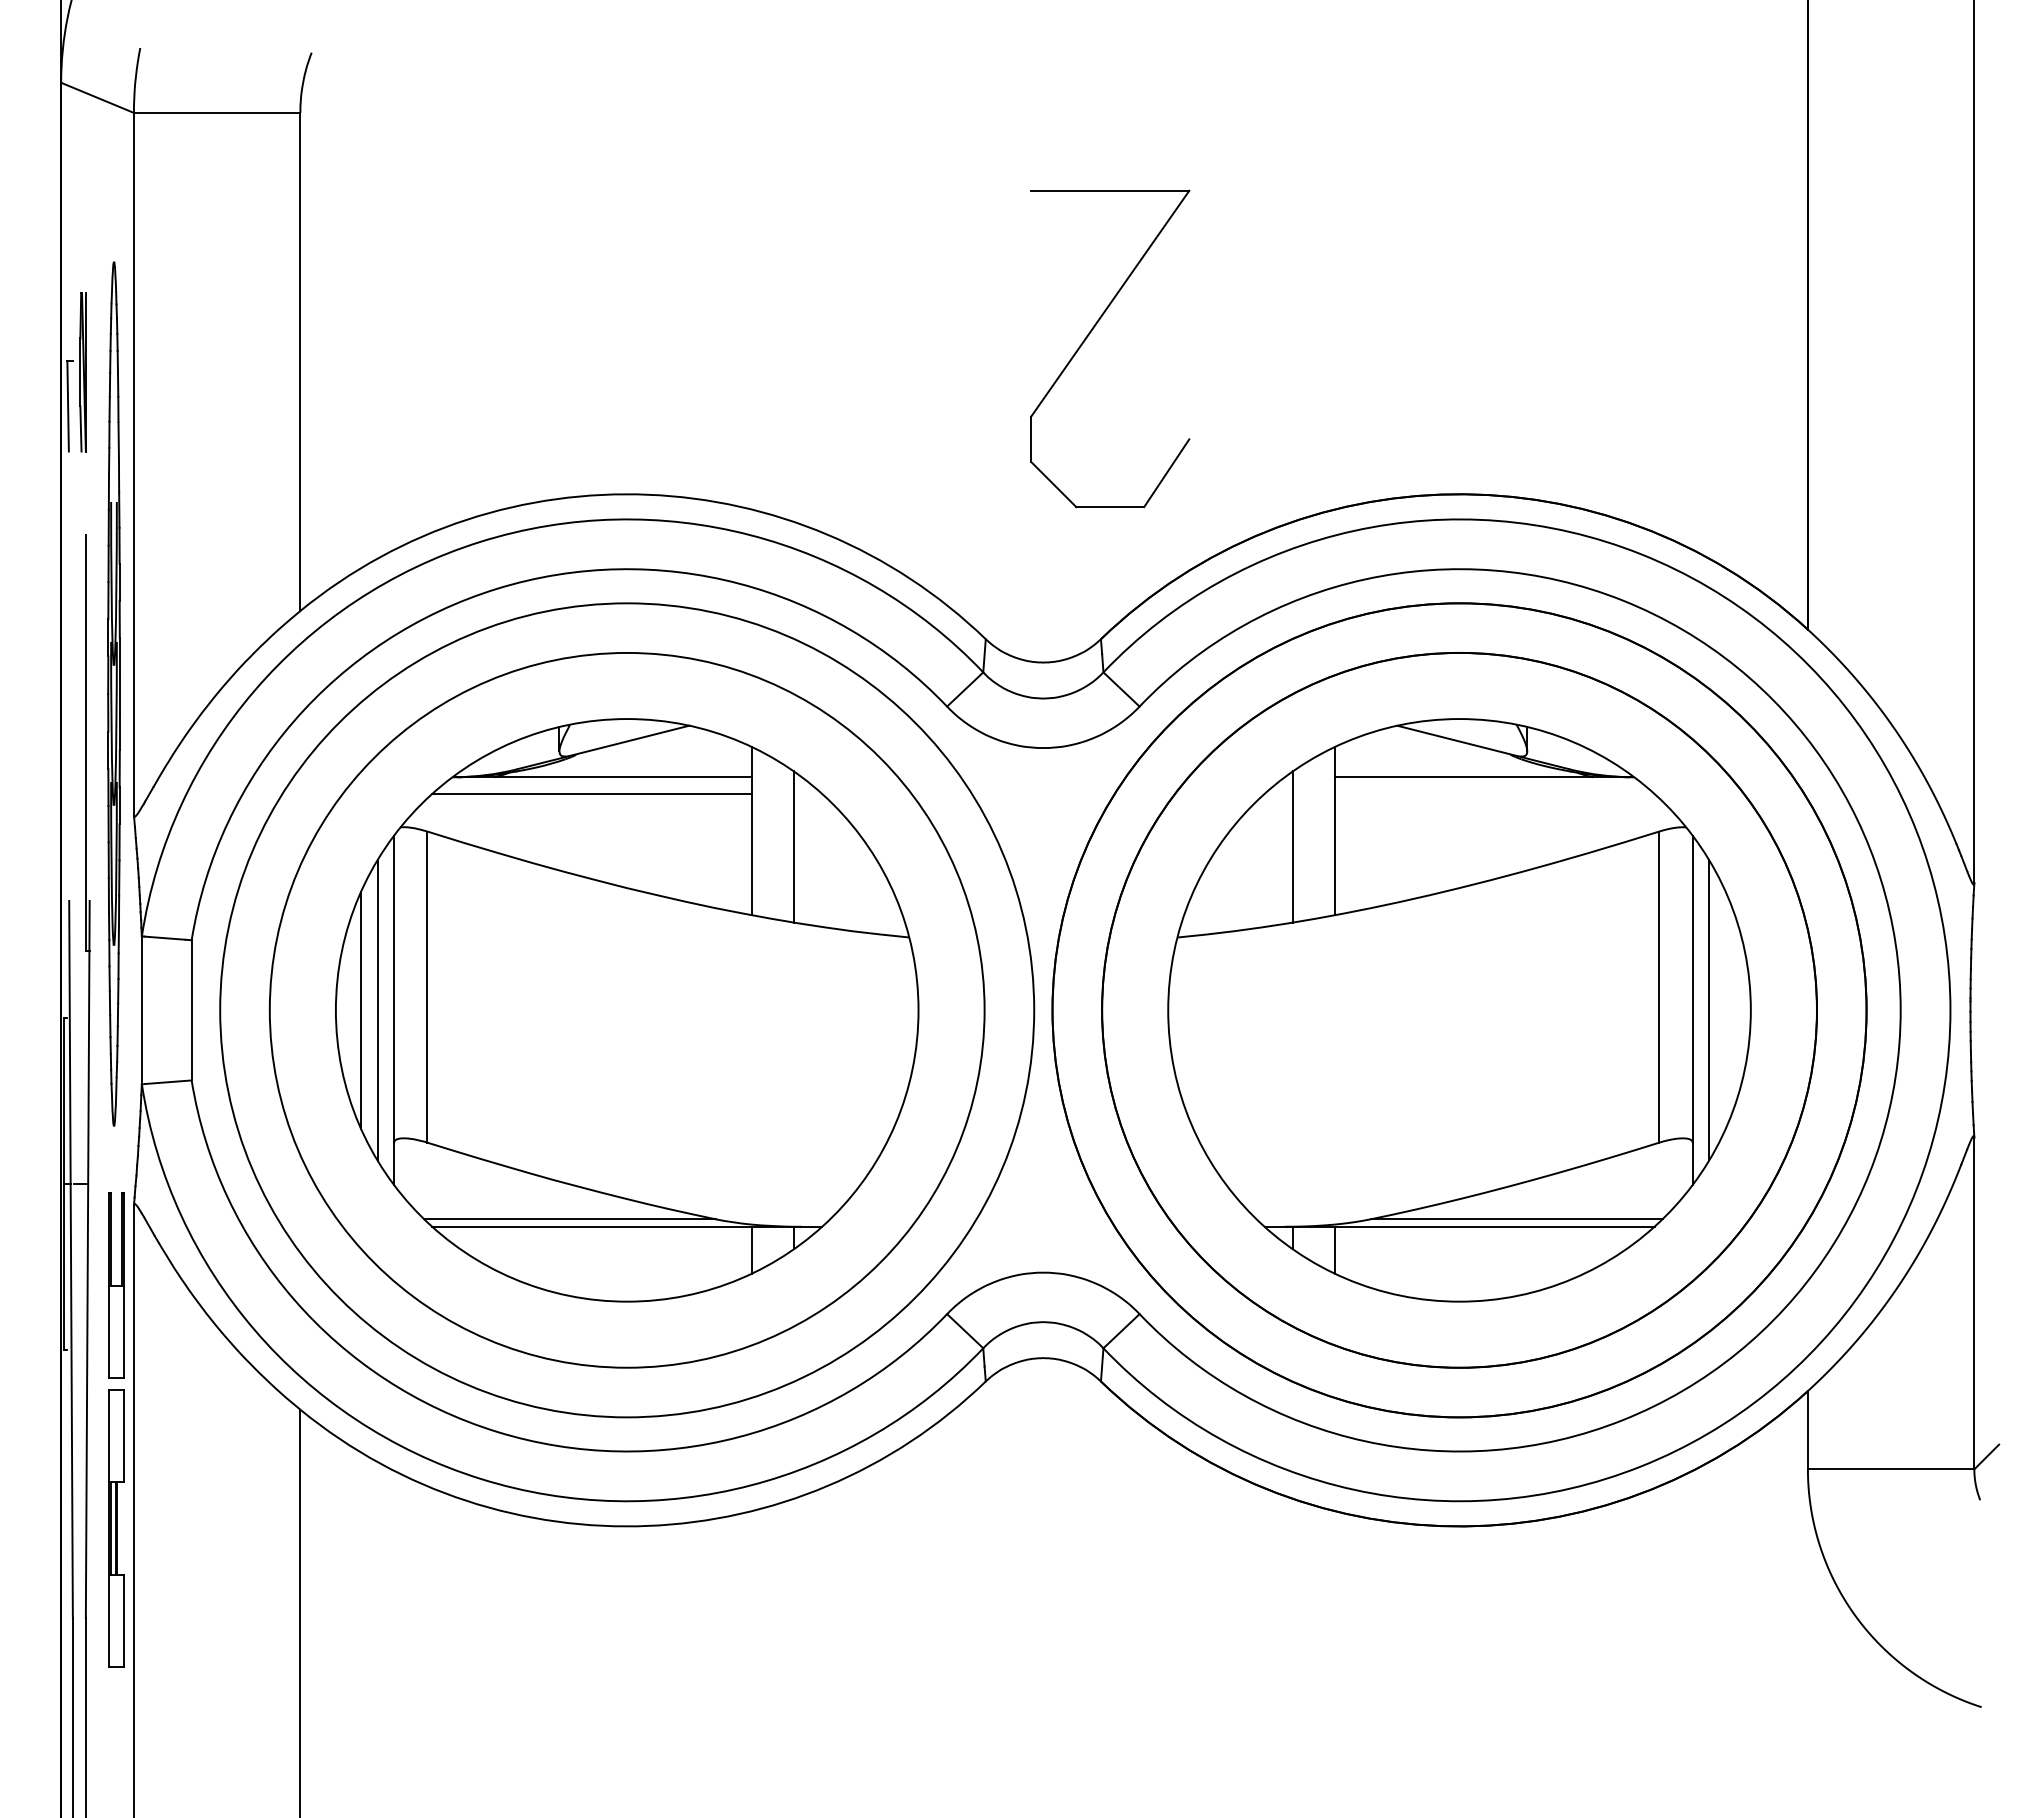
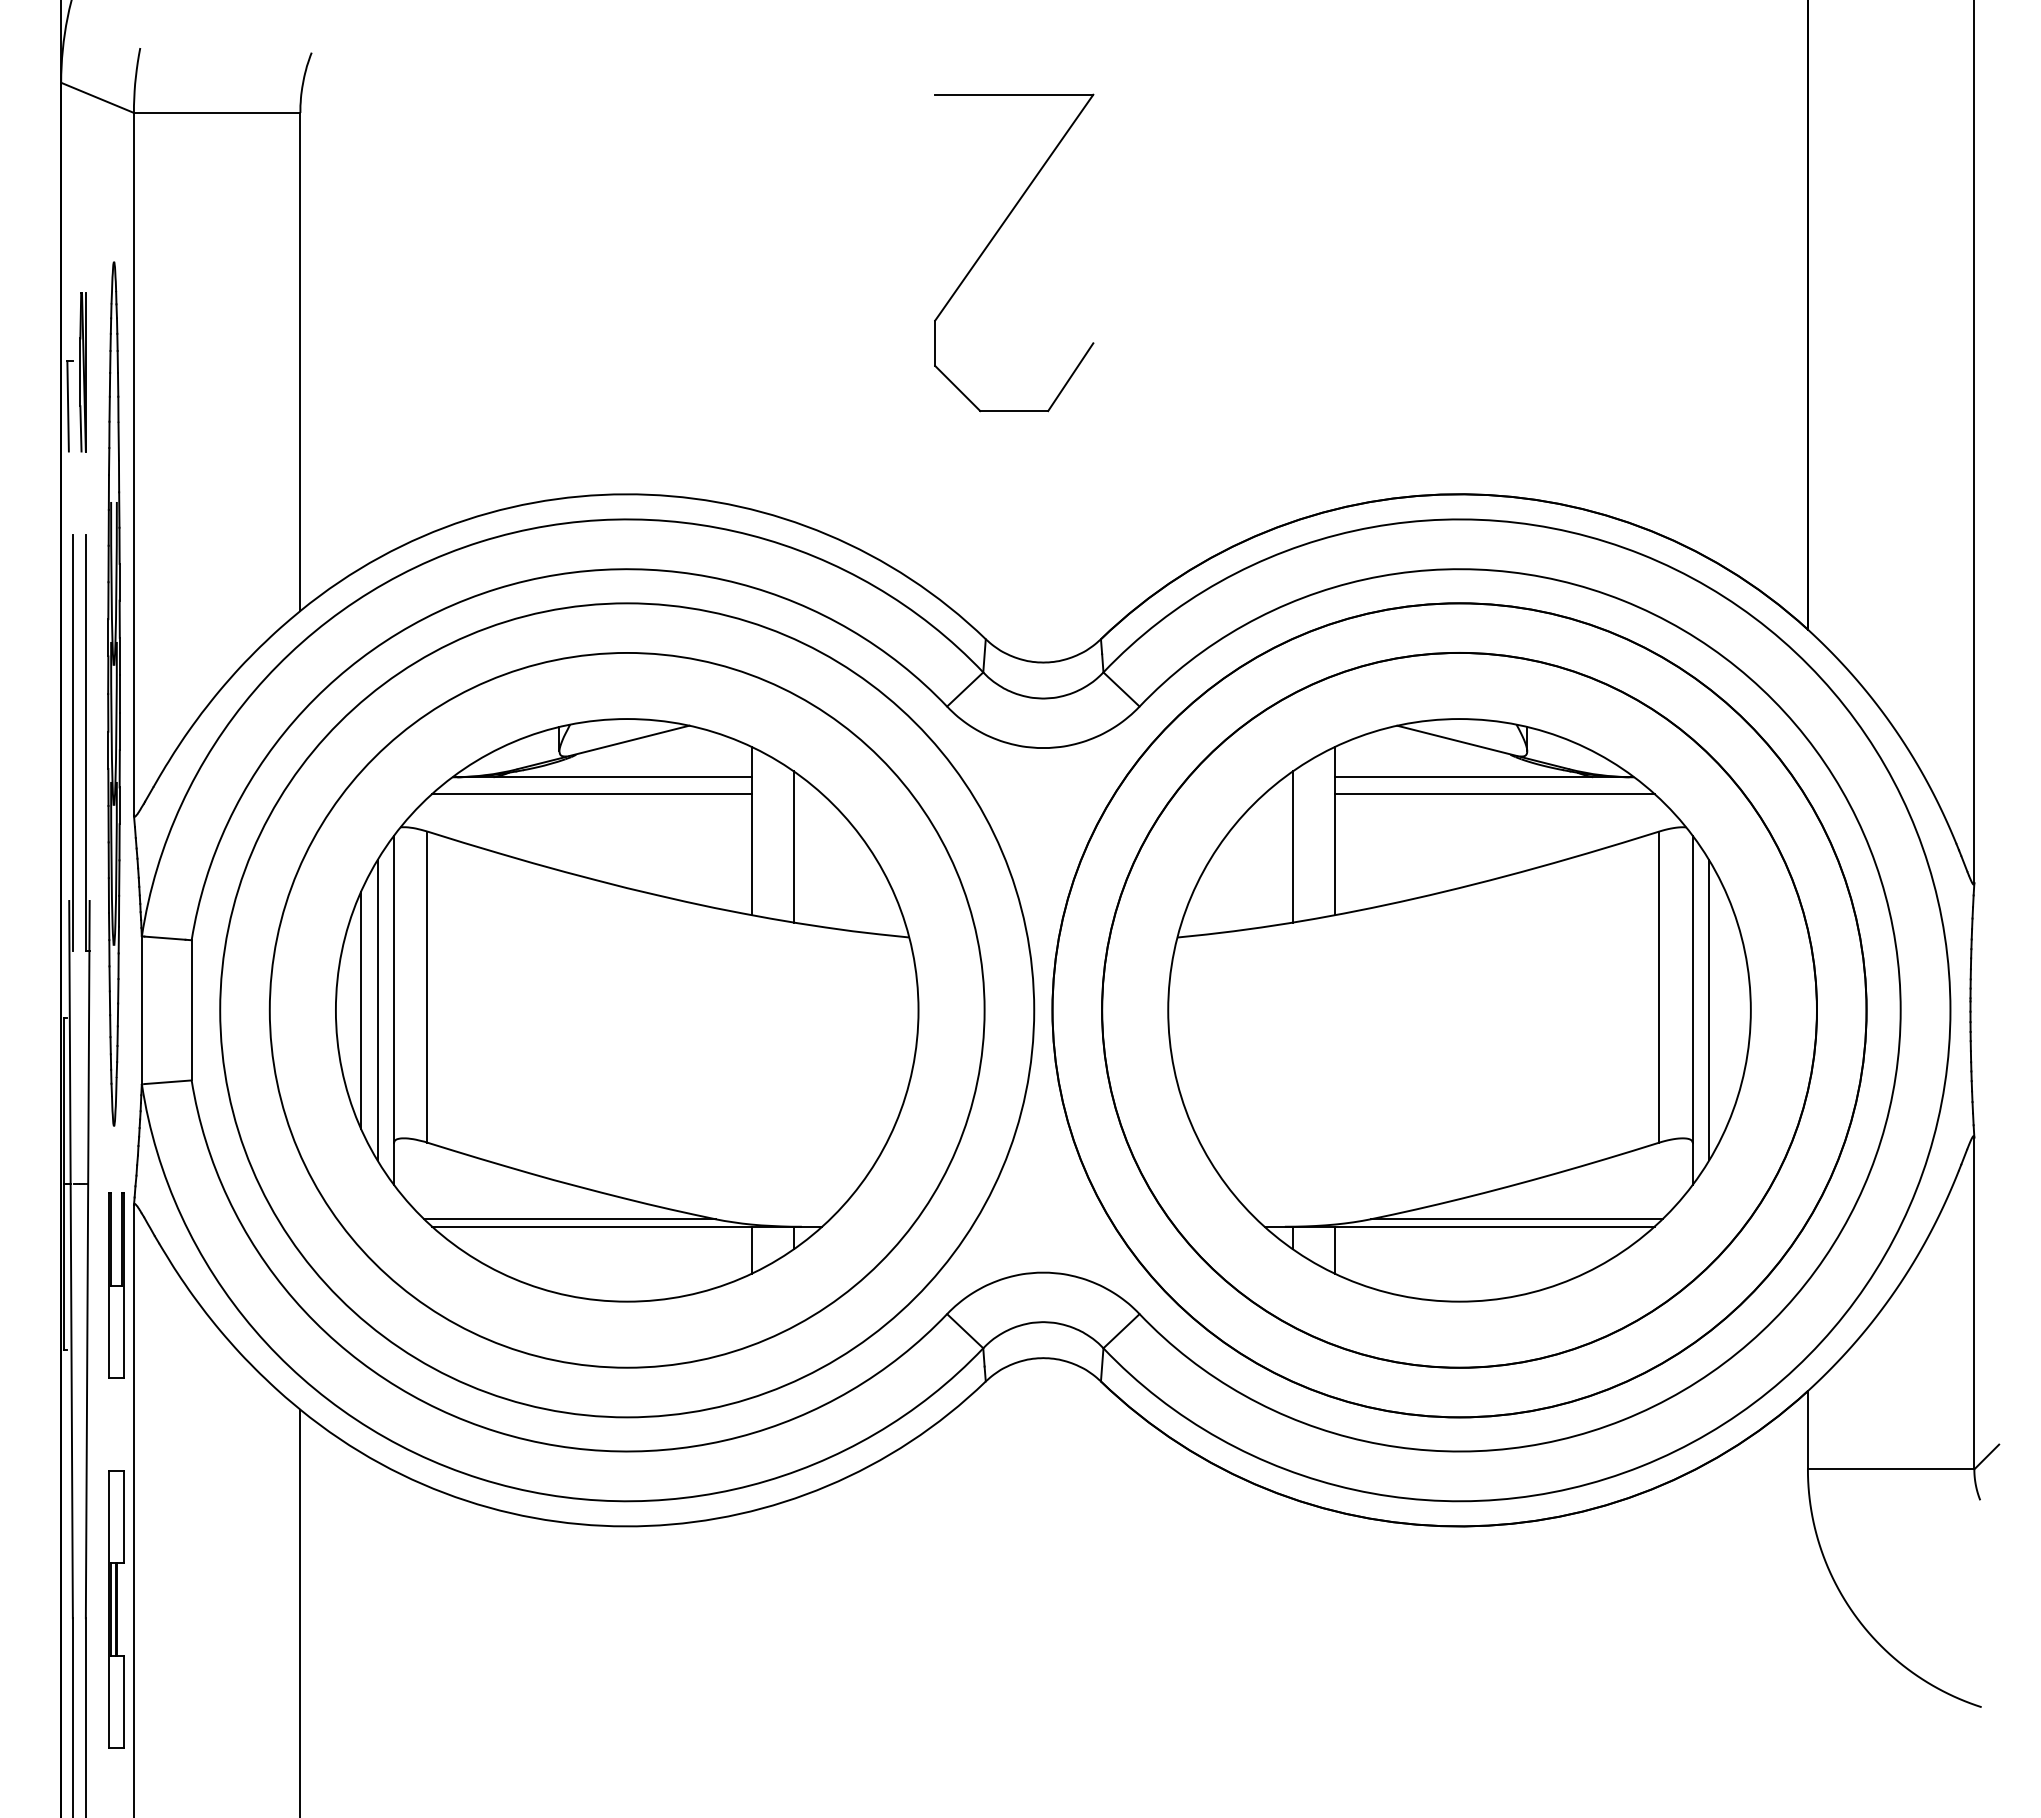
part at (1089, 335) position: (1089, 335) -> (993, 239)
line at (72, 742): none -> present
line at (1494, 793): none -> present
part at (116, 1528) position: (116, 1528) -> (116, 1609)
